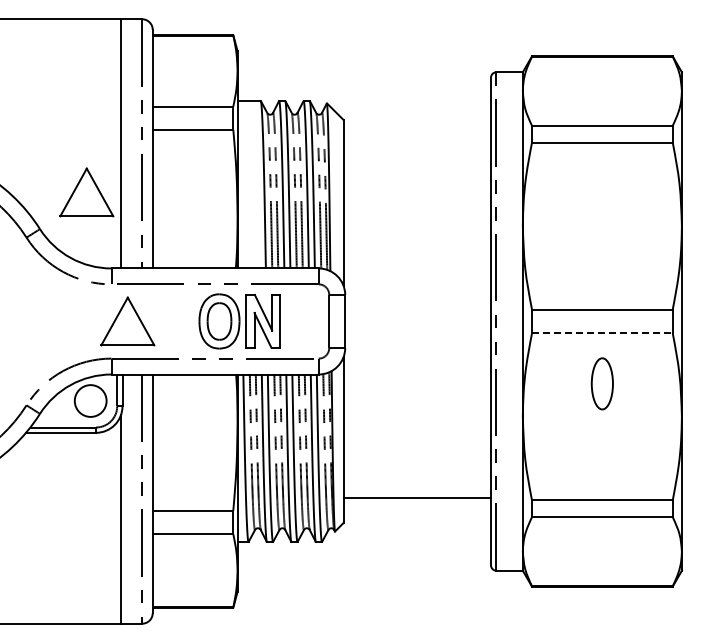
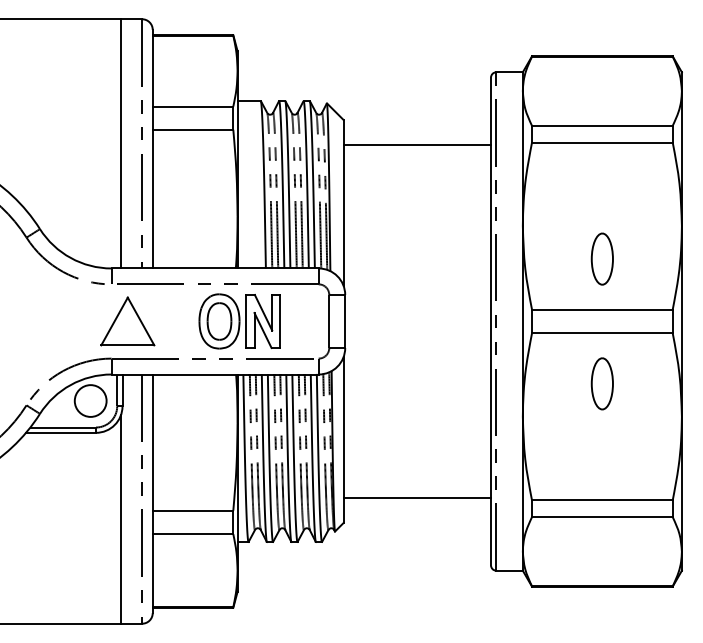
line at (417, 145): none -> present
part at (86, 192): present -> none
part at (601, 258): none -> present
line at (602, 333): dashed -> solid
